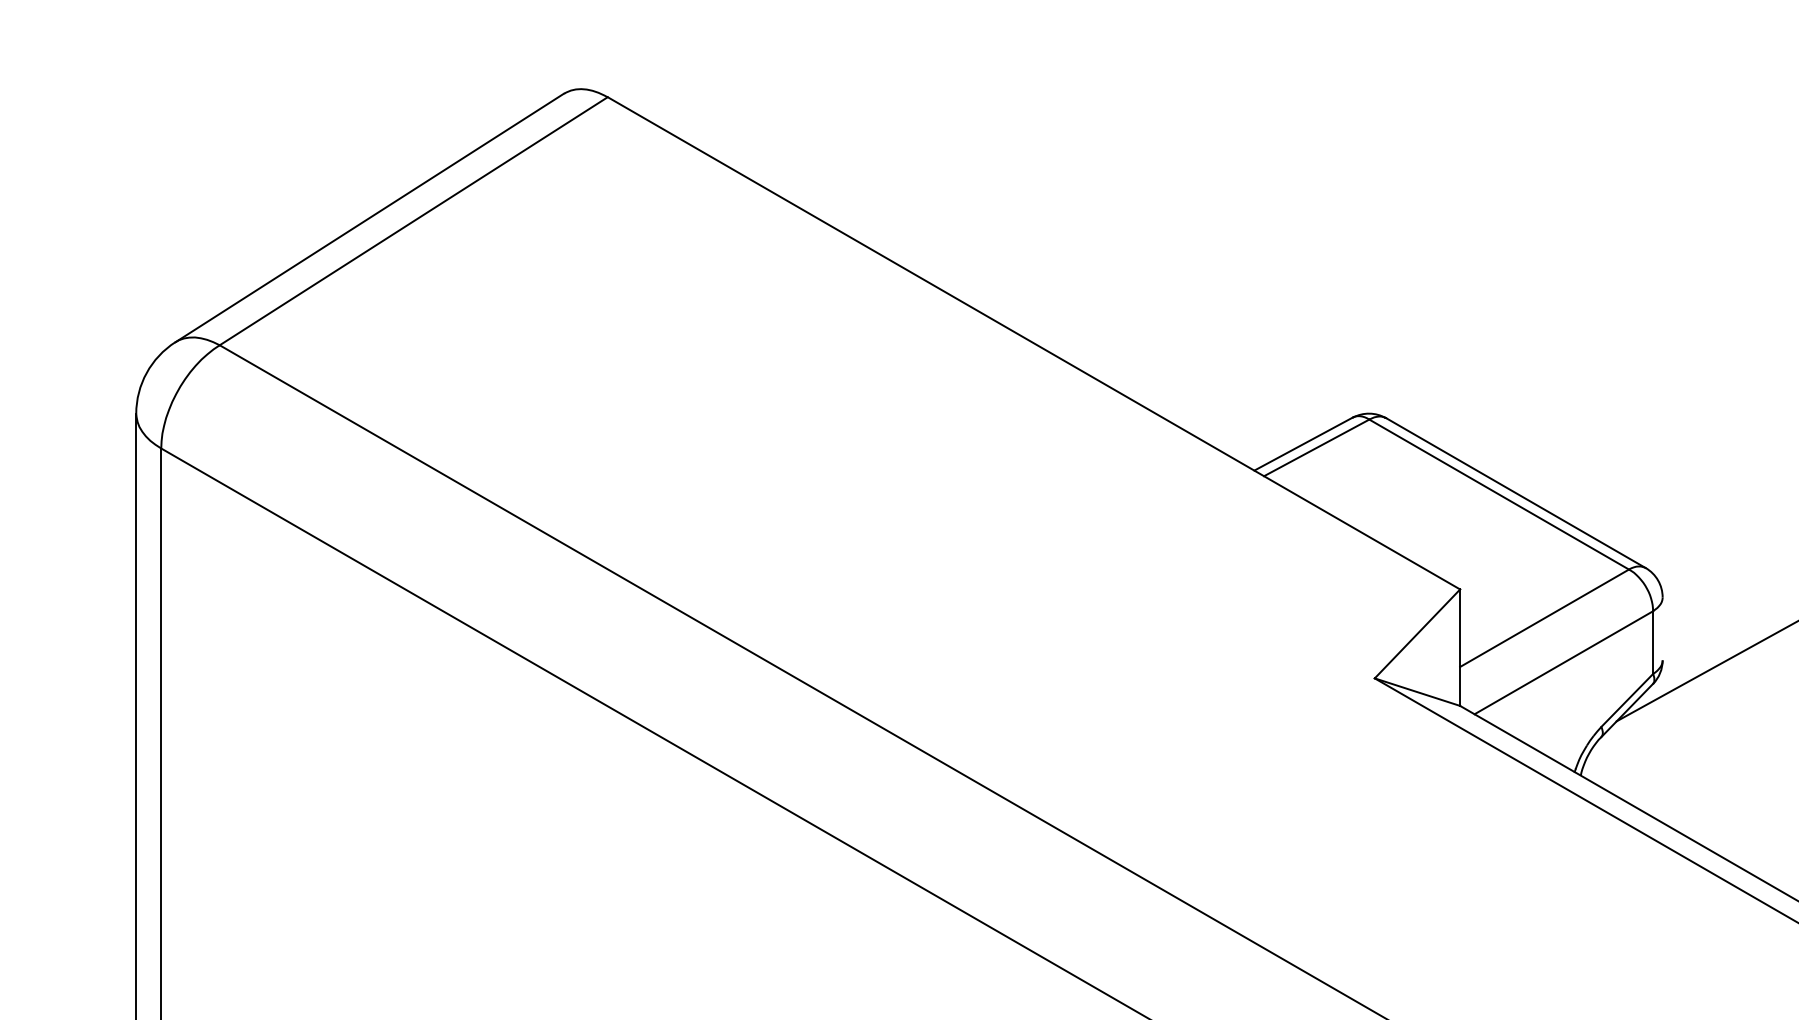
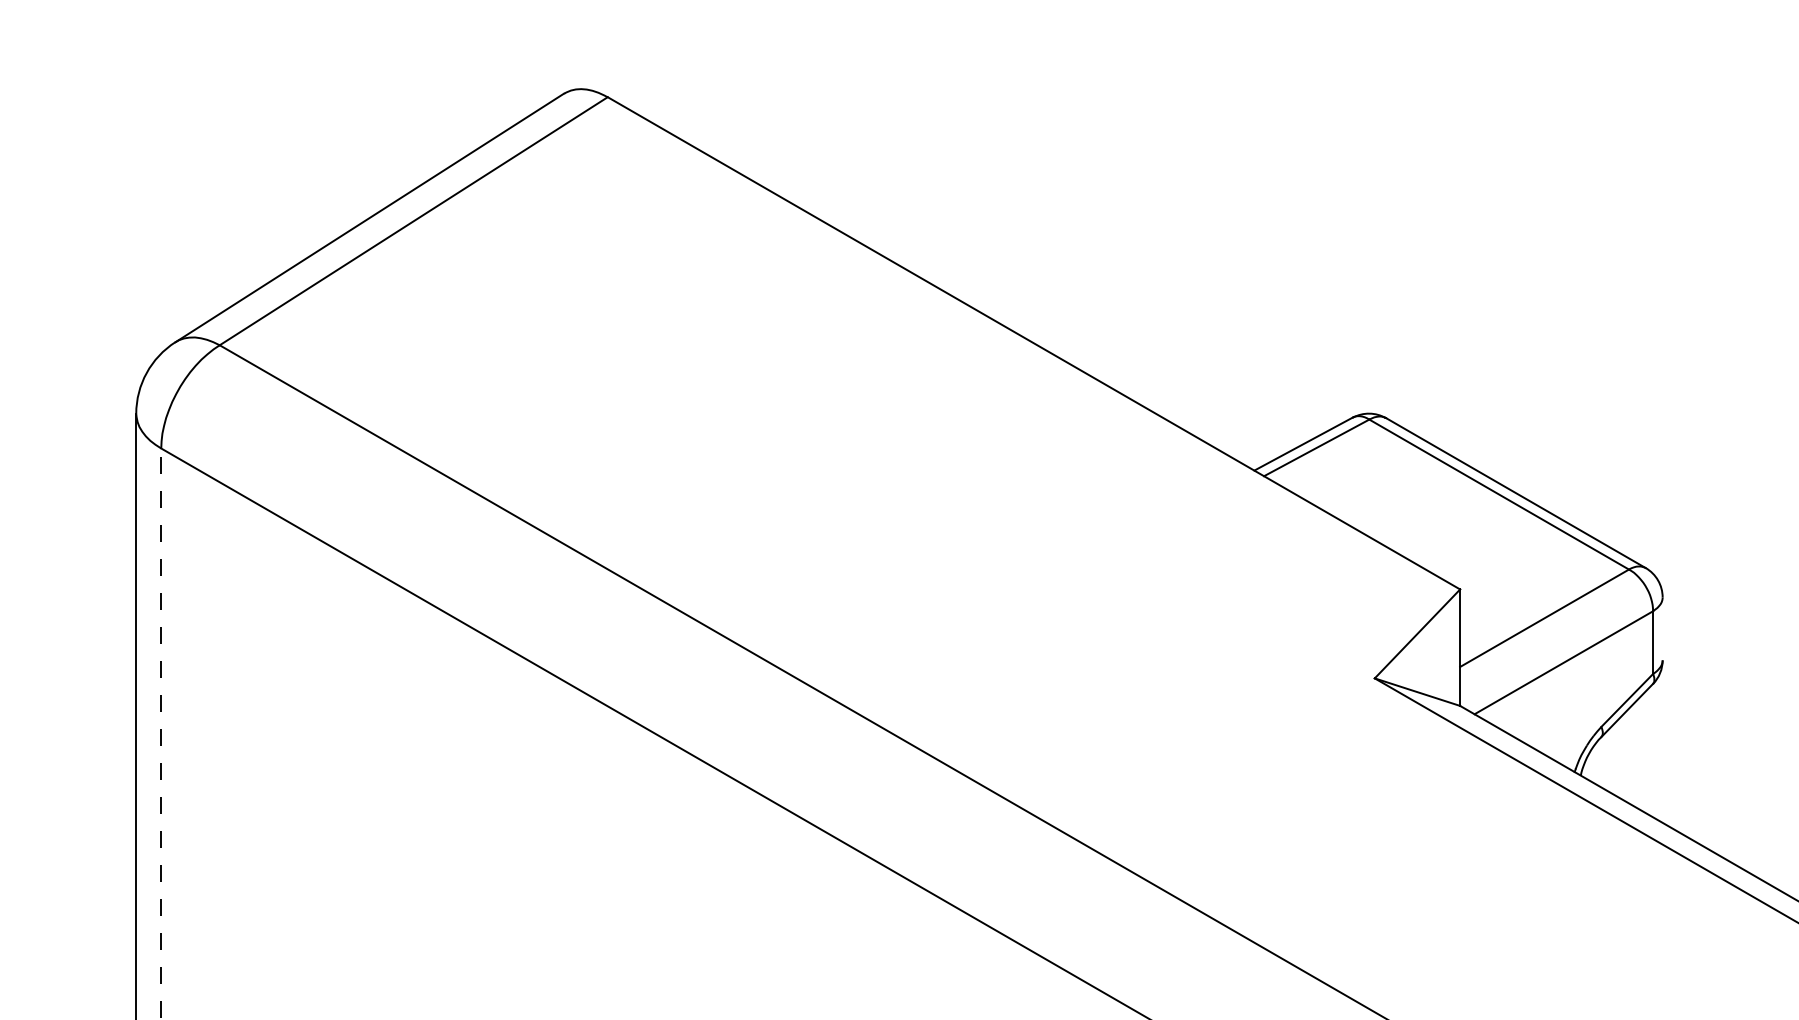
line at (1705, 671): present -> none
line at (161, 734): solid -> dashed
